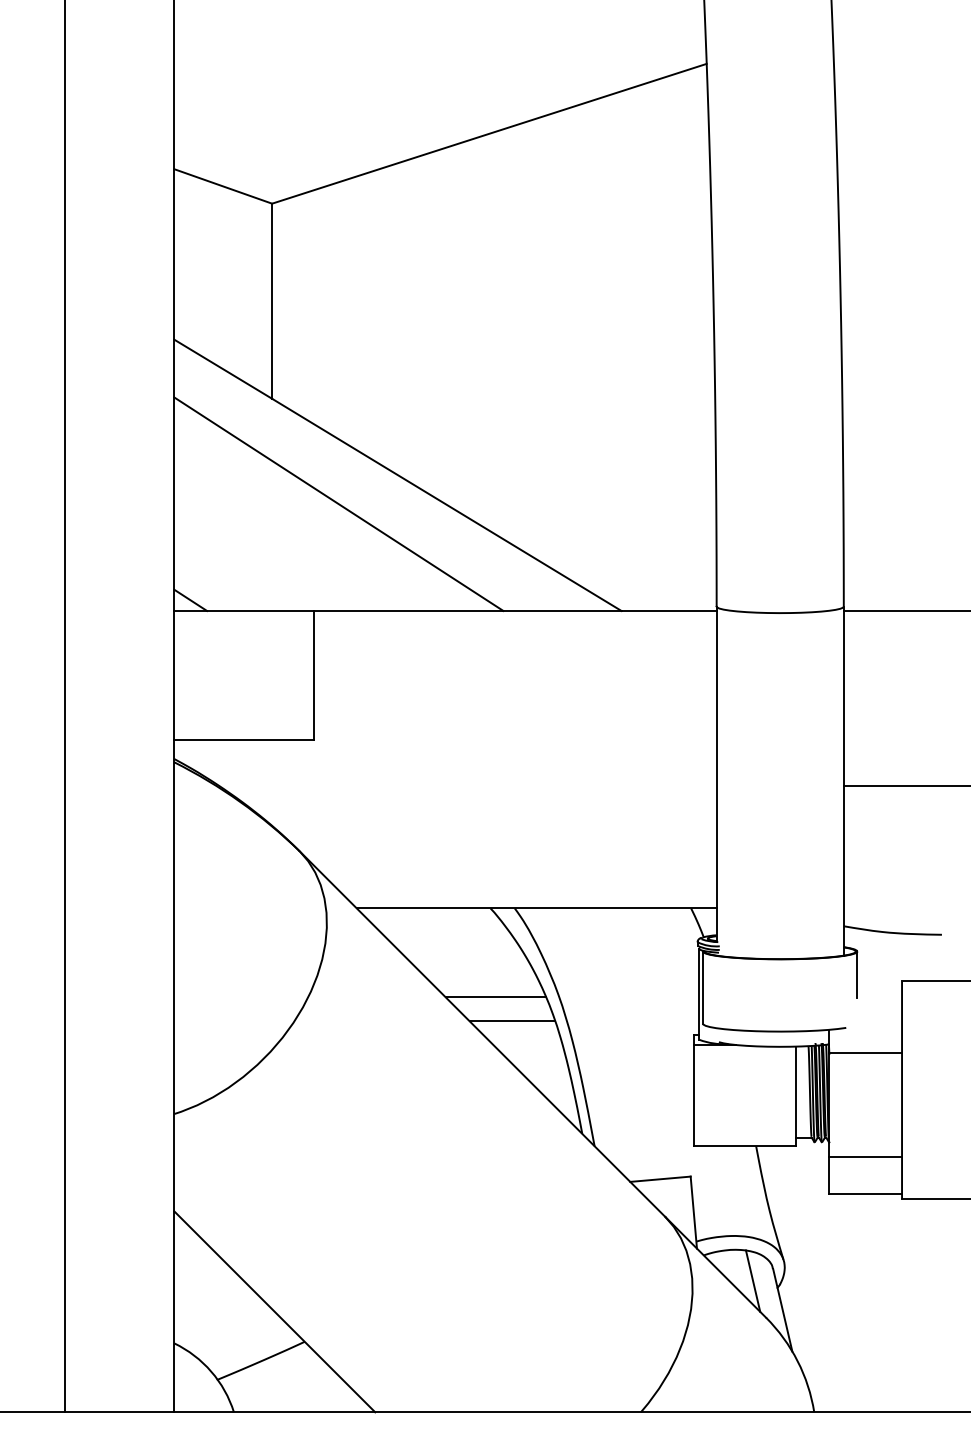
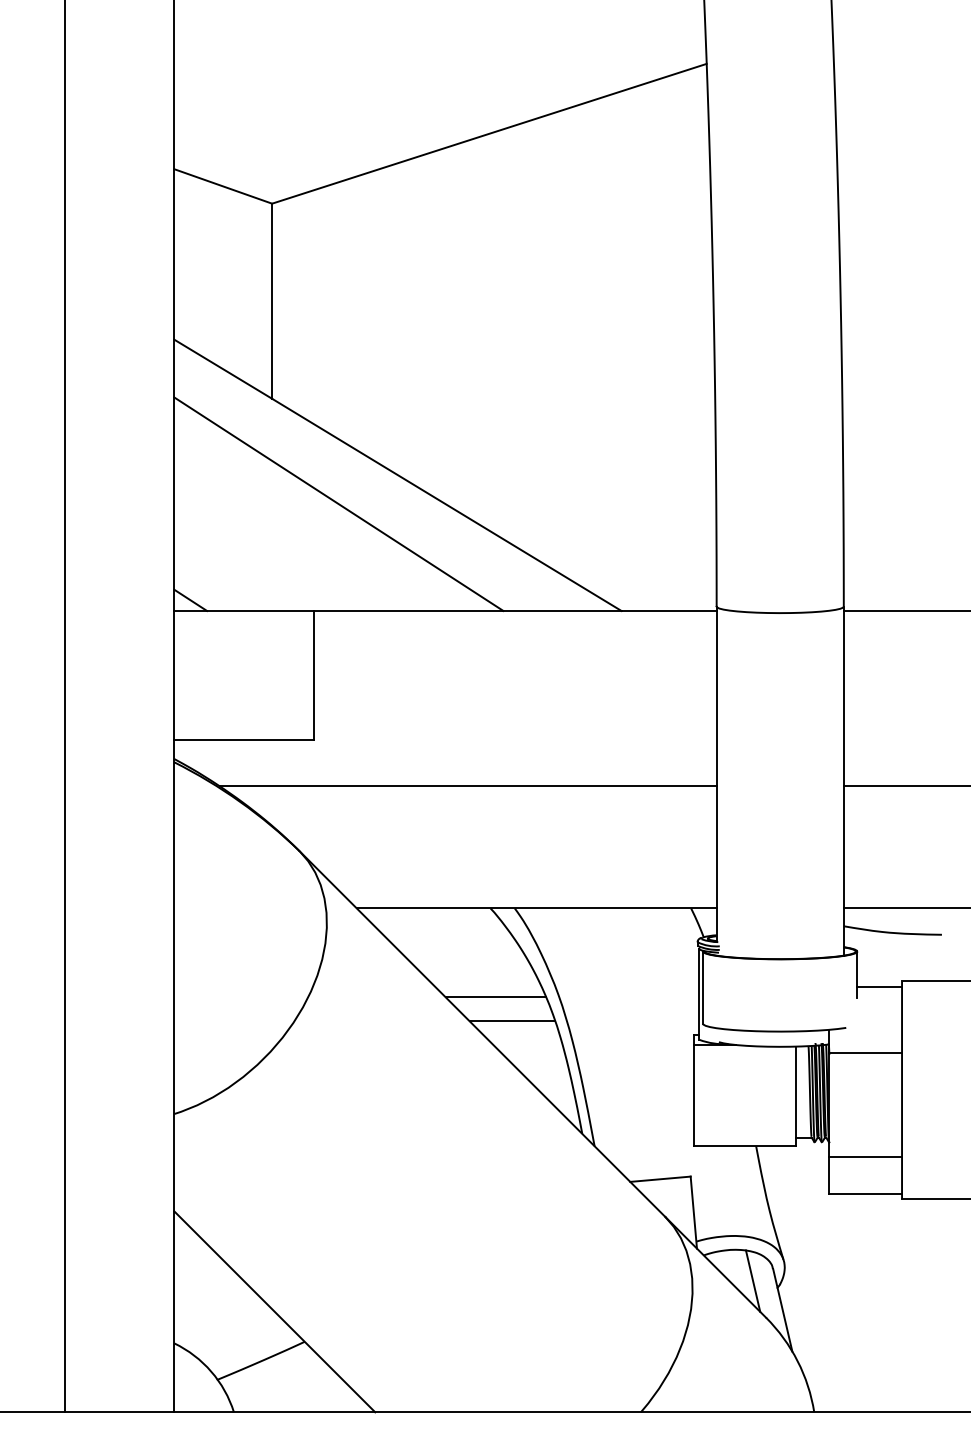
line at (467, 786): none -> present
line at (905, 908): none -> present
line at (879, 986): none -> present
